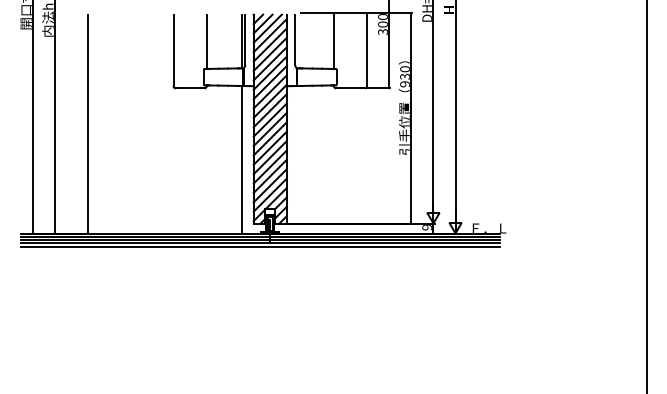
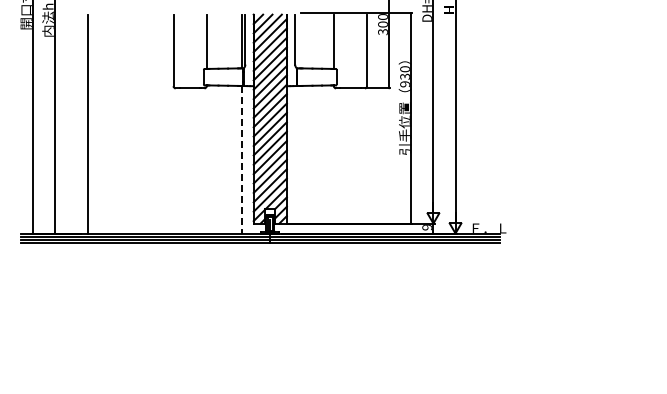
line at (241, 159): solid -> dashed
line at (646, 196): present -> none
line at (260, 246): present -> none
